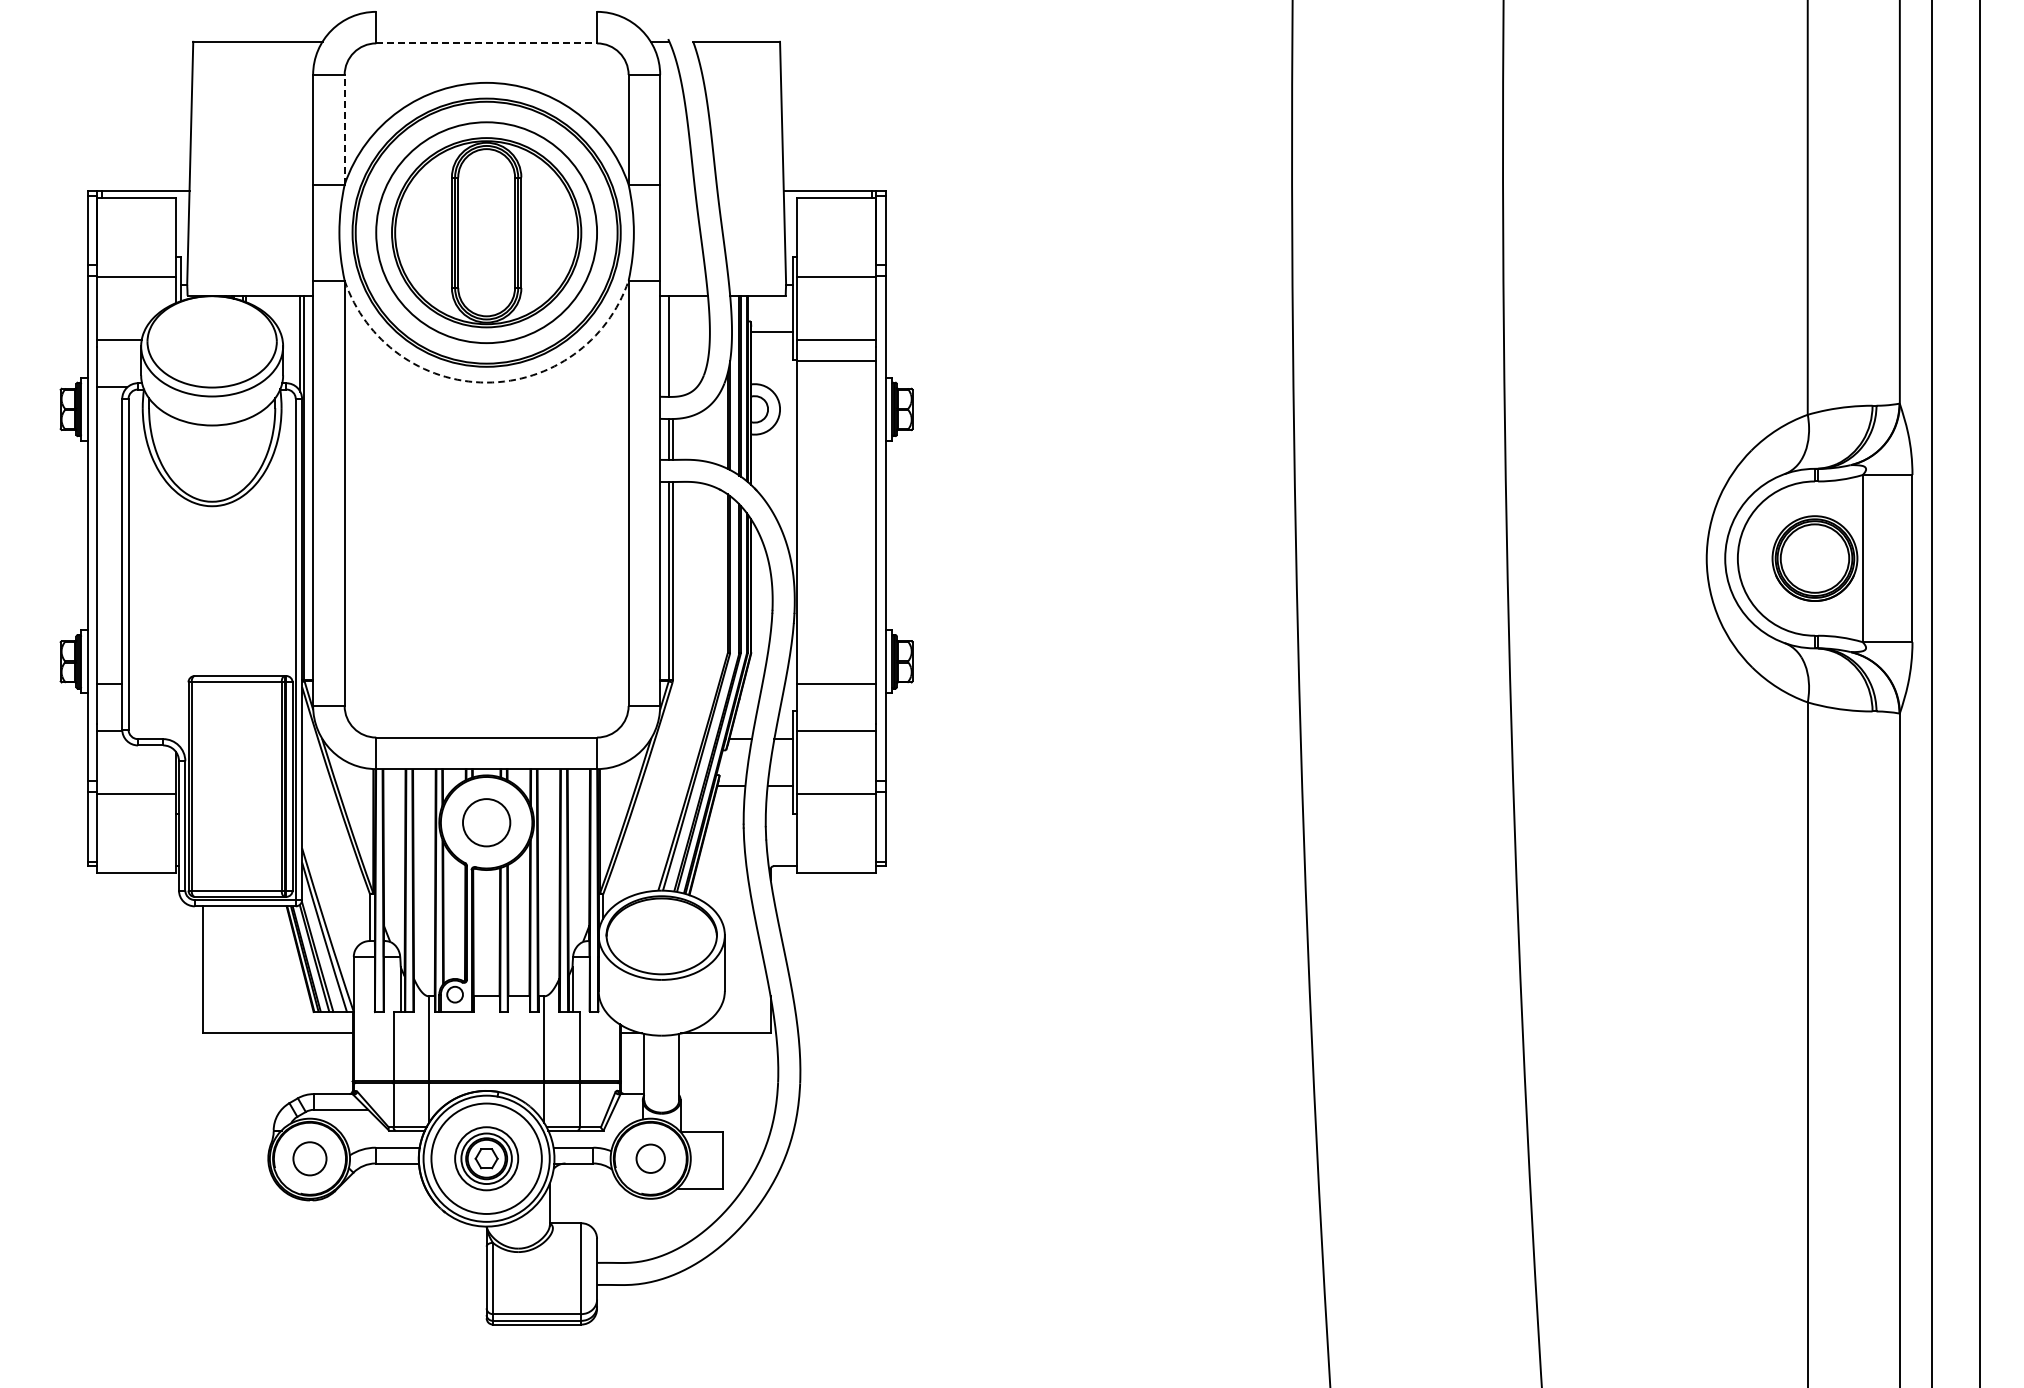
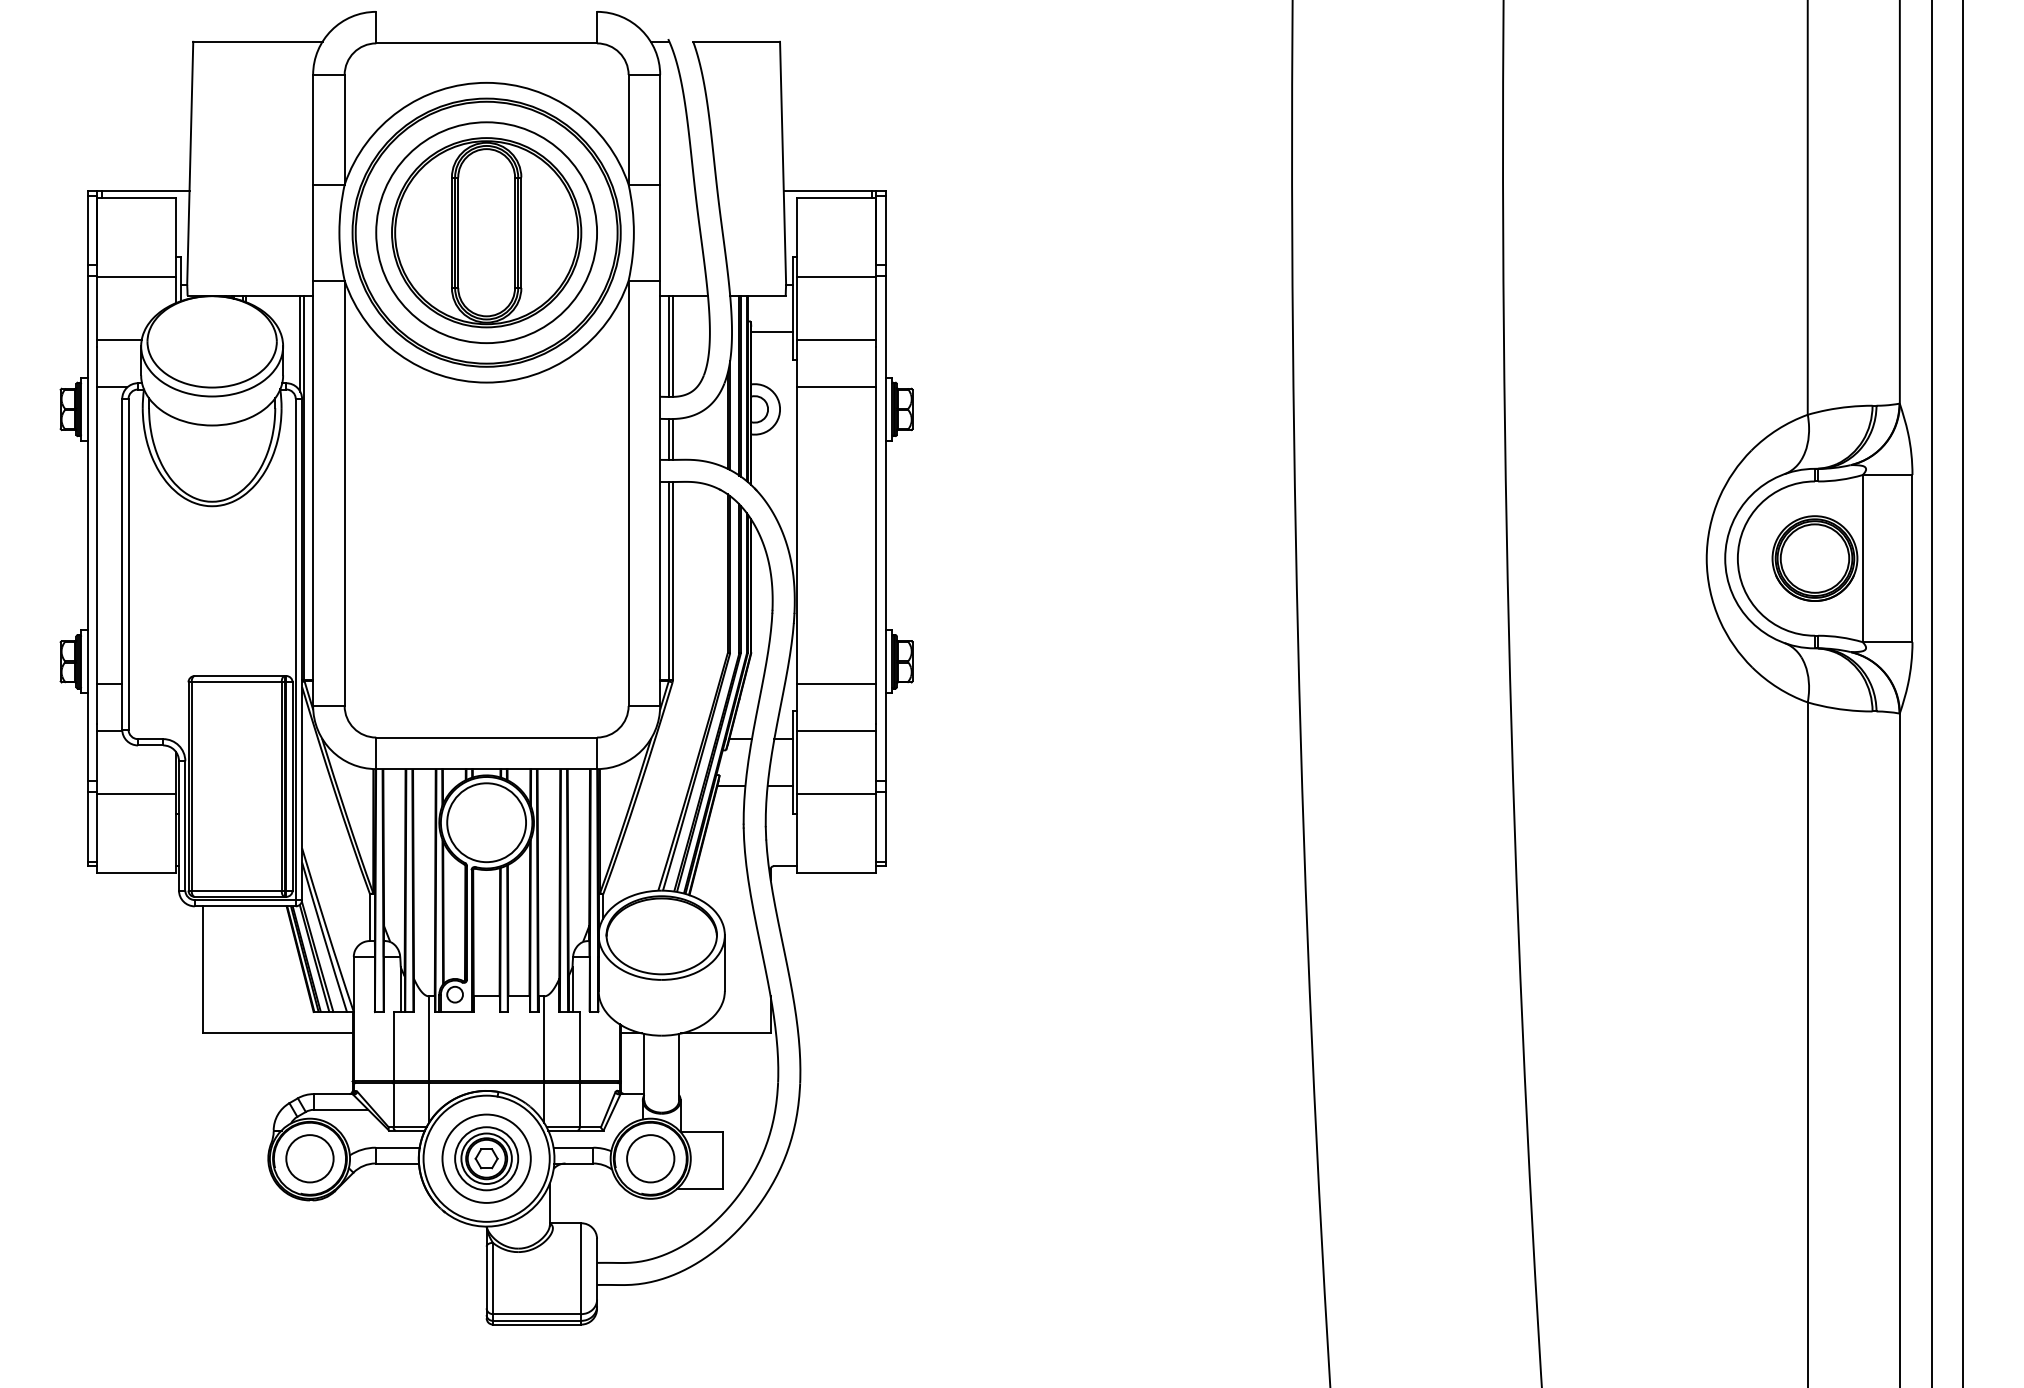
line at (487, 43): dashed -> solid
line at (344, 129): dashed -> solid
line at (672, 345): none -> present
line at (836, 361) position: (836, 361) -> (836, 387)
arc at (486, 382): dashed -> solid
line at (1980, 693) position: (1980, 693) -> (1963, 693)
circle at (486, 822) diameter: 47 px -> 79 px
circle at (309, 1158) size: 36x36 px -> 50x50 px
circle at (486, 1158) diameter: 110 px -> 88 px
circle at (650, 1158) diameter: 28 px -> 47 px
